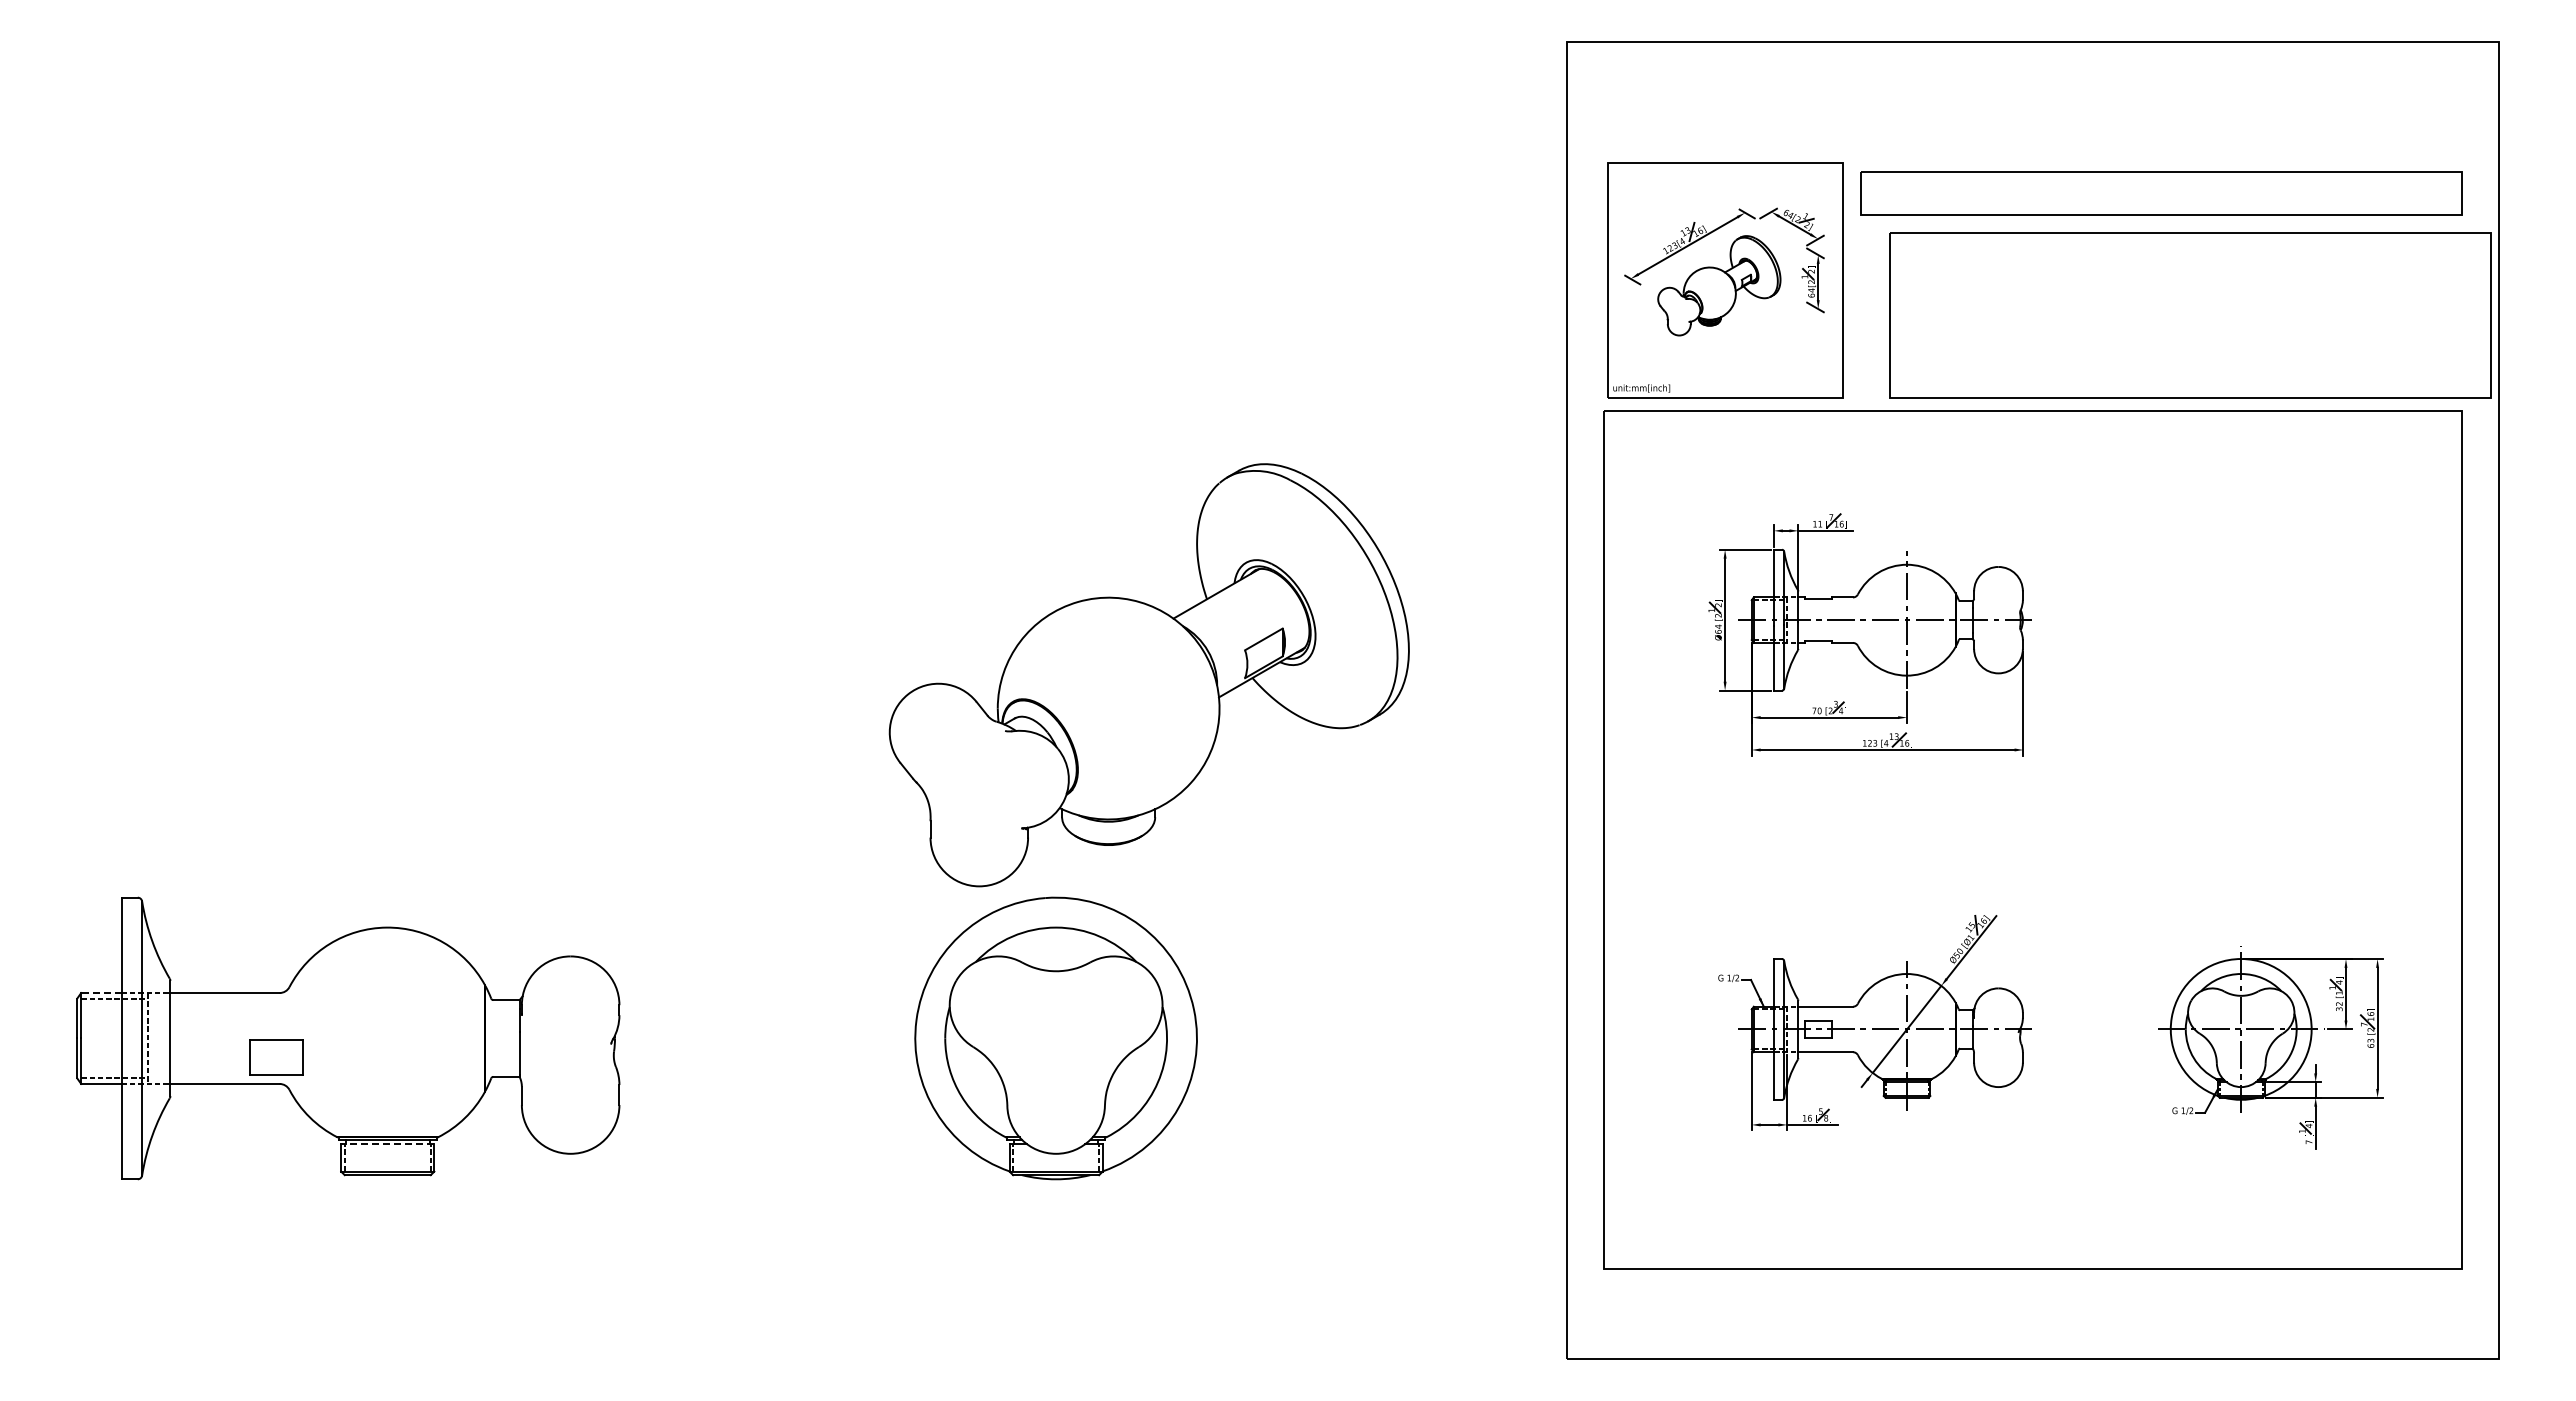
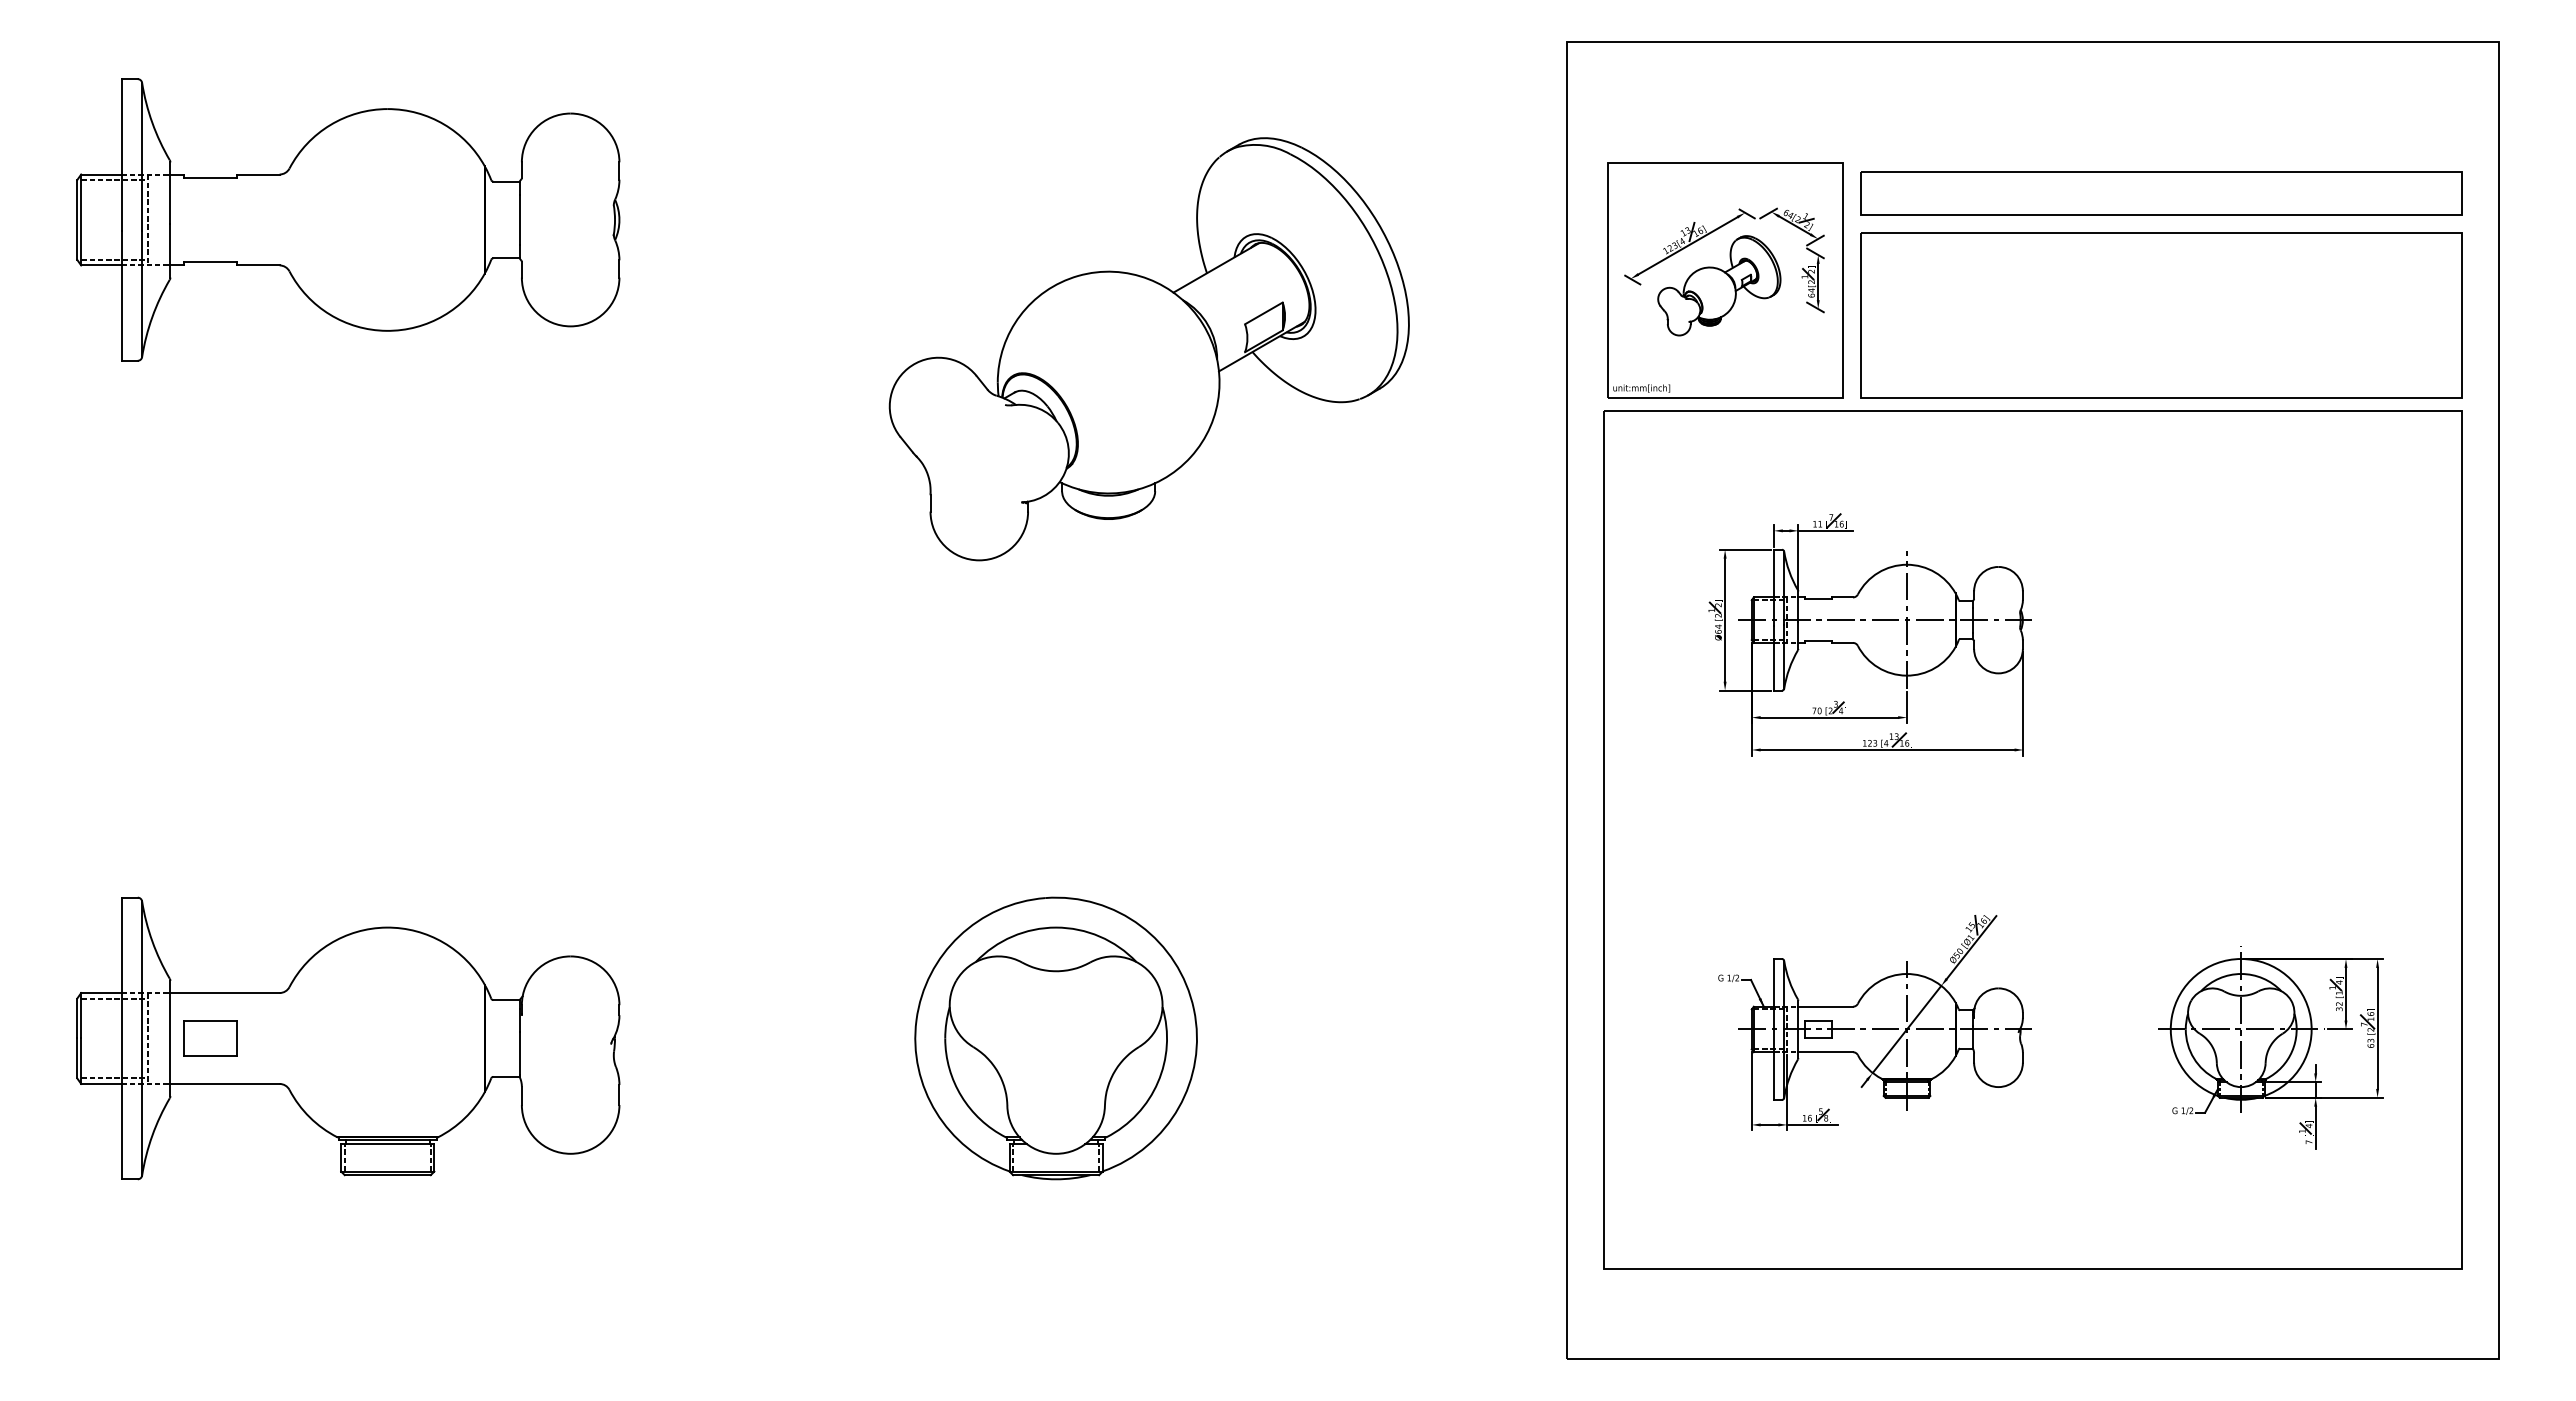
part at (348, 219): none -> present
part at (2190, 315) position: (2190, 315) -> (2161, 315)
part at (1148, 675) position: (1148, 675) -> (1148, 349)
line at (100, 993): dashed -> solid
part at (276, 1057) position: (276, 1057) -> (210, 1038)
line at (387, 1144): dashed -> solid
